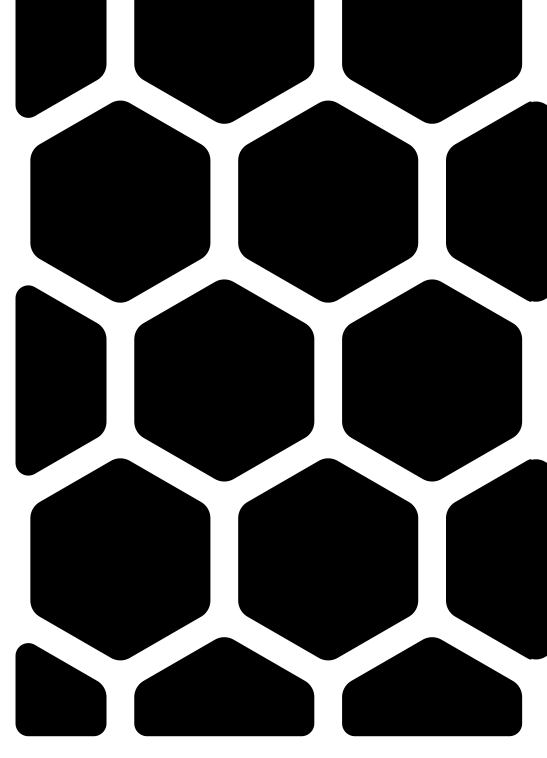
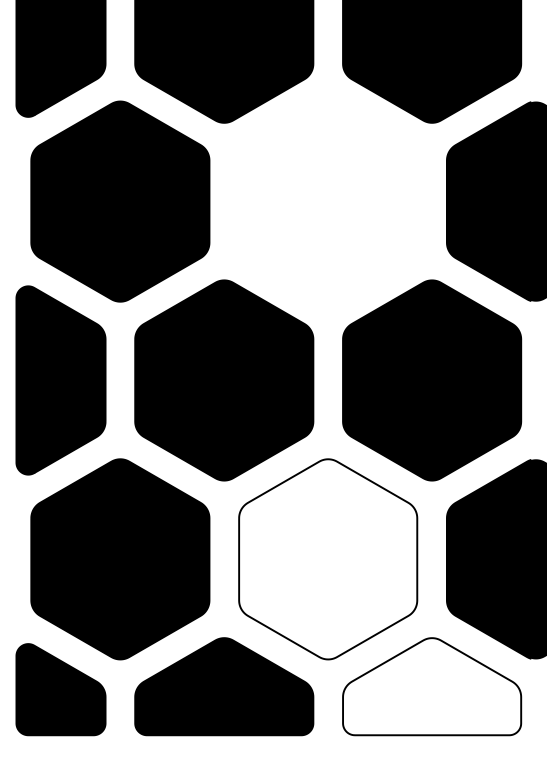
part at (328, 201): present -> none
fill at (328, 559): present -> none
fill at (432, 686): present -> none
